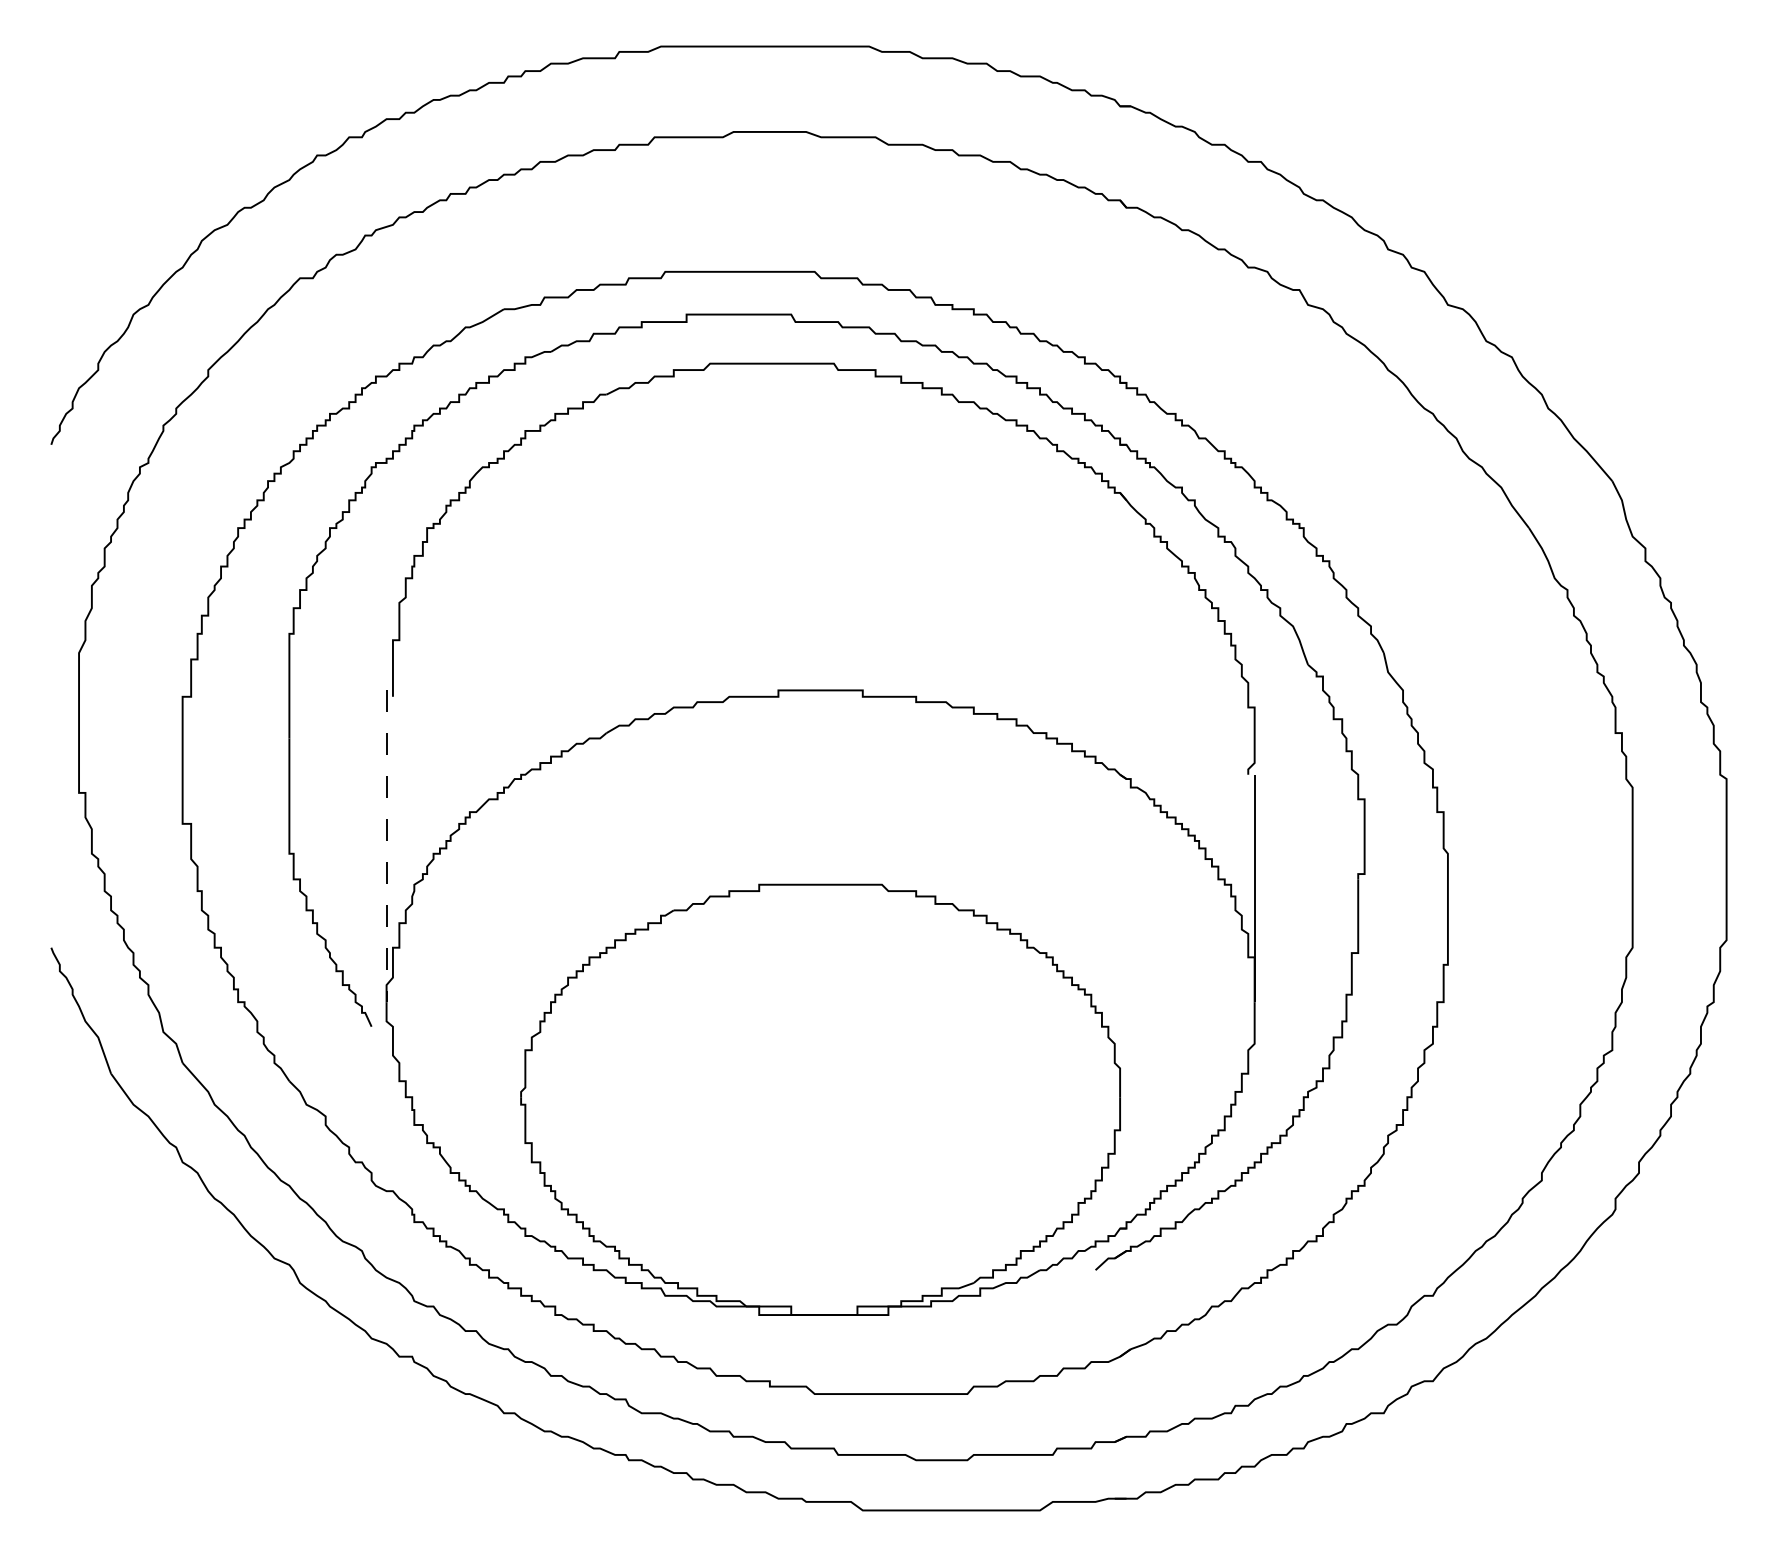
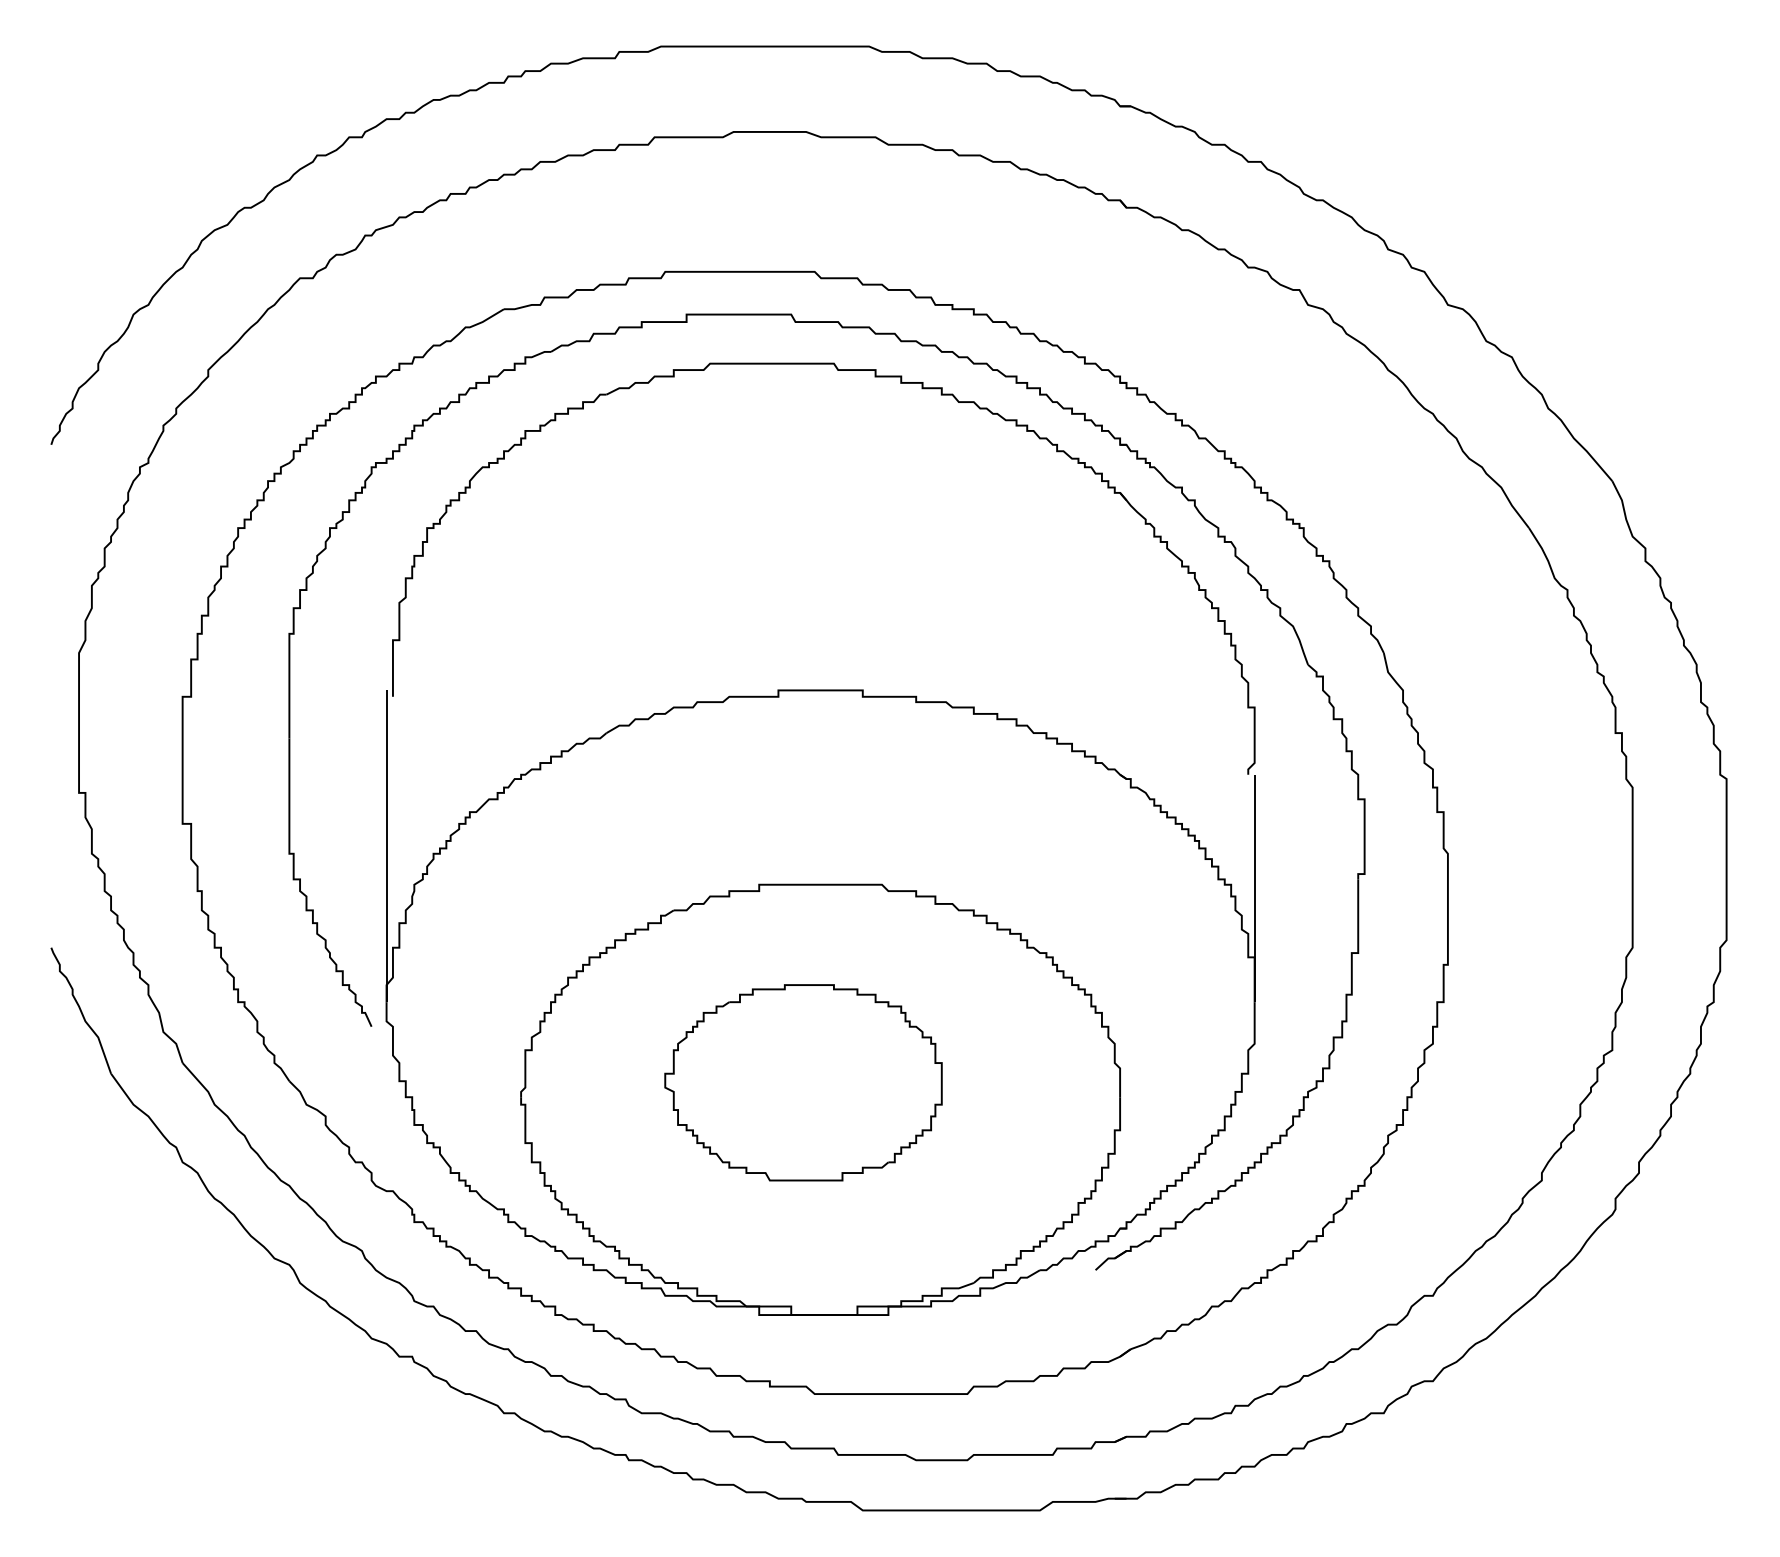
line at (386, 846): dashed -> solid
part at (803, 1082): none -> present
